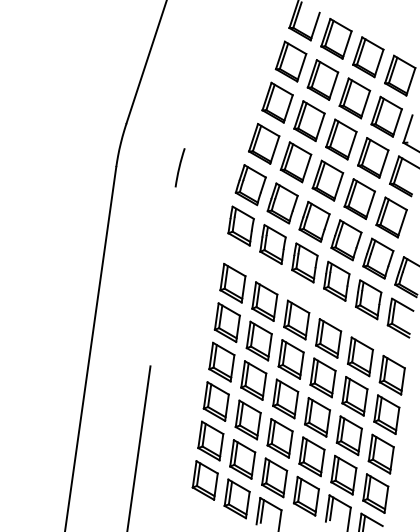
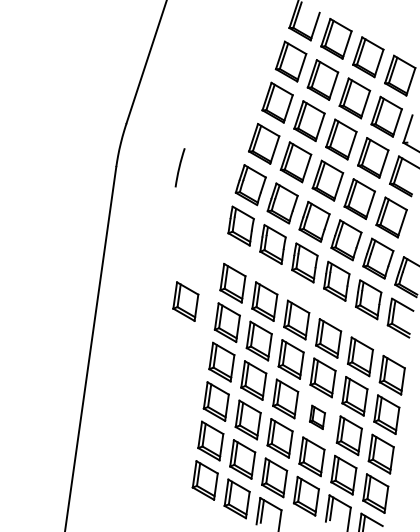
part at (185, 301): none -> present
part at (317, 417) size: 27x41 px -> 17x26 px
line at (138, 447): present -> none
